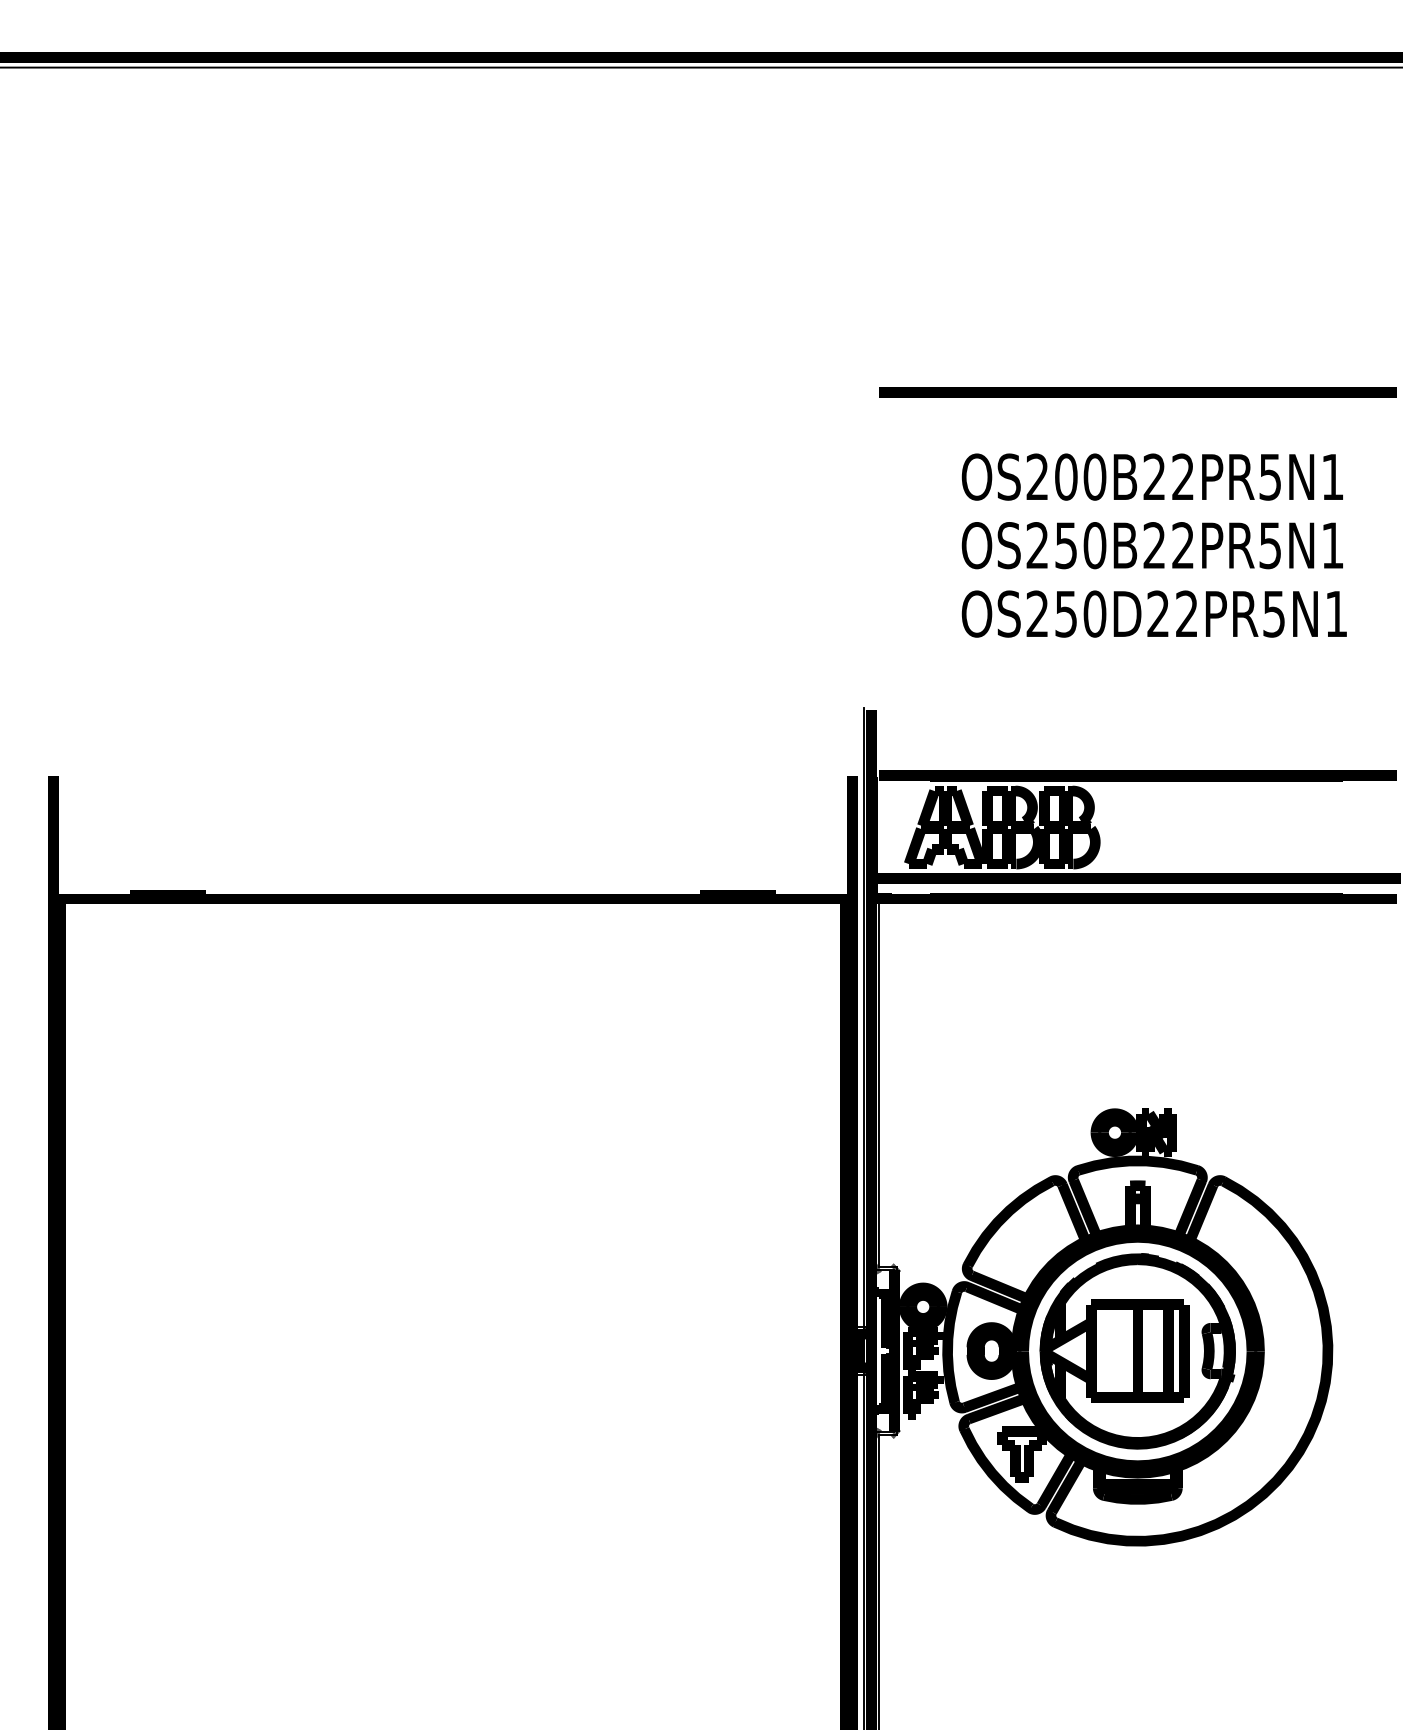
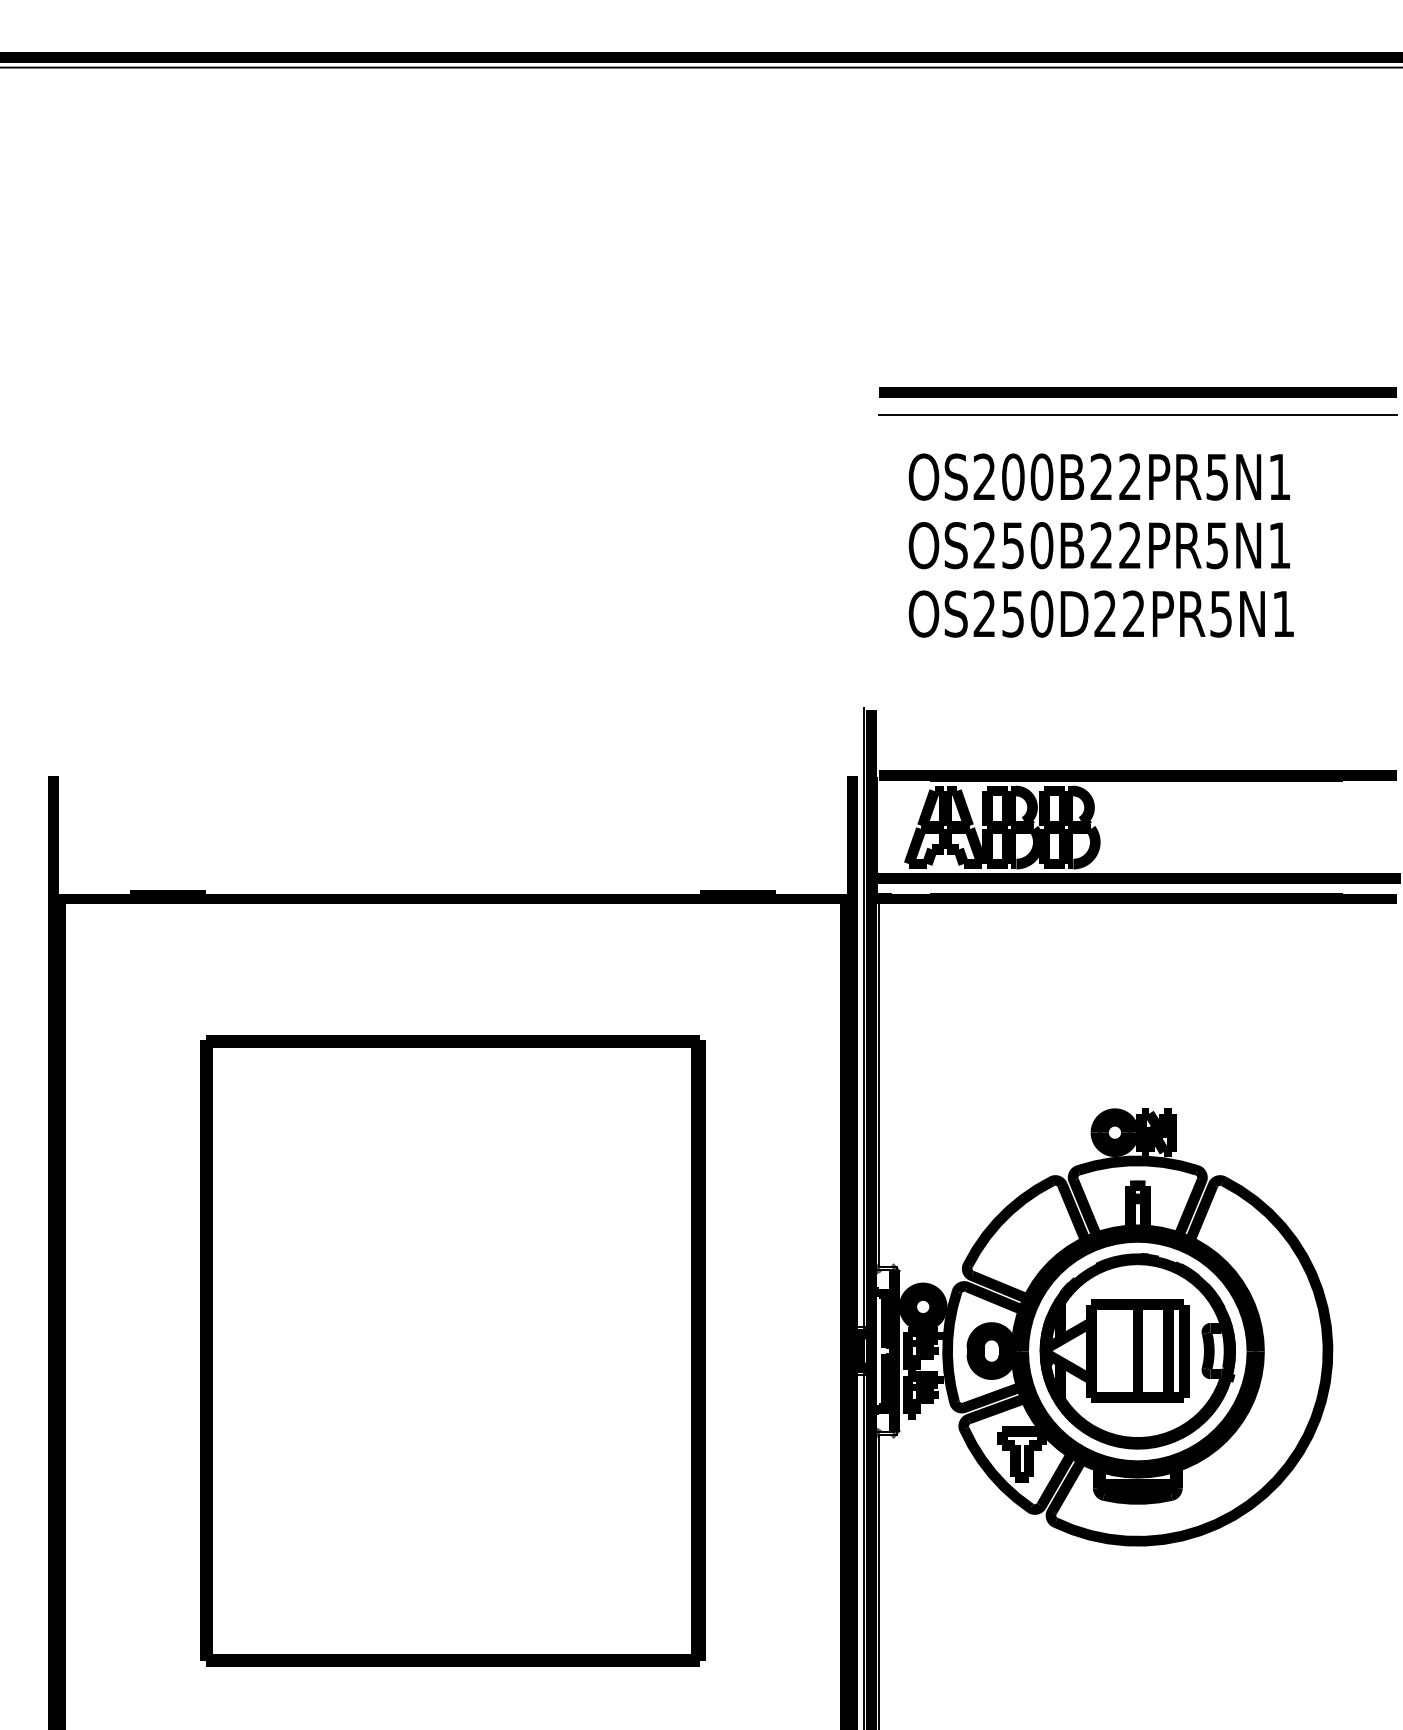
line at (1137, 415): none -> present
text at (1153, 545) position: (1153, 545) -> (1100, 545)
part at (452, 1350): none -> present
